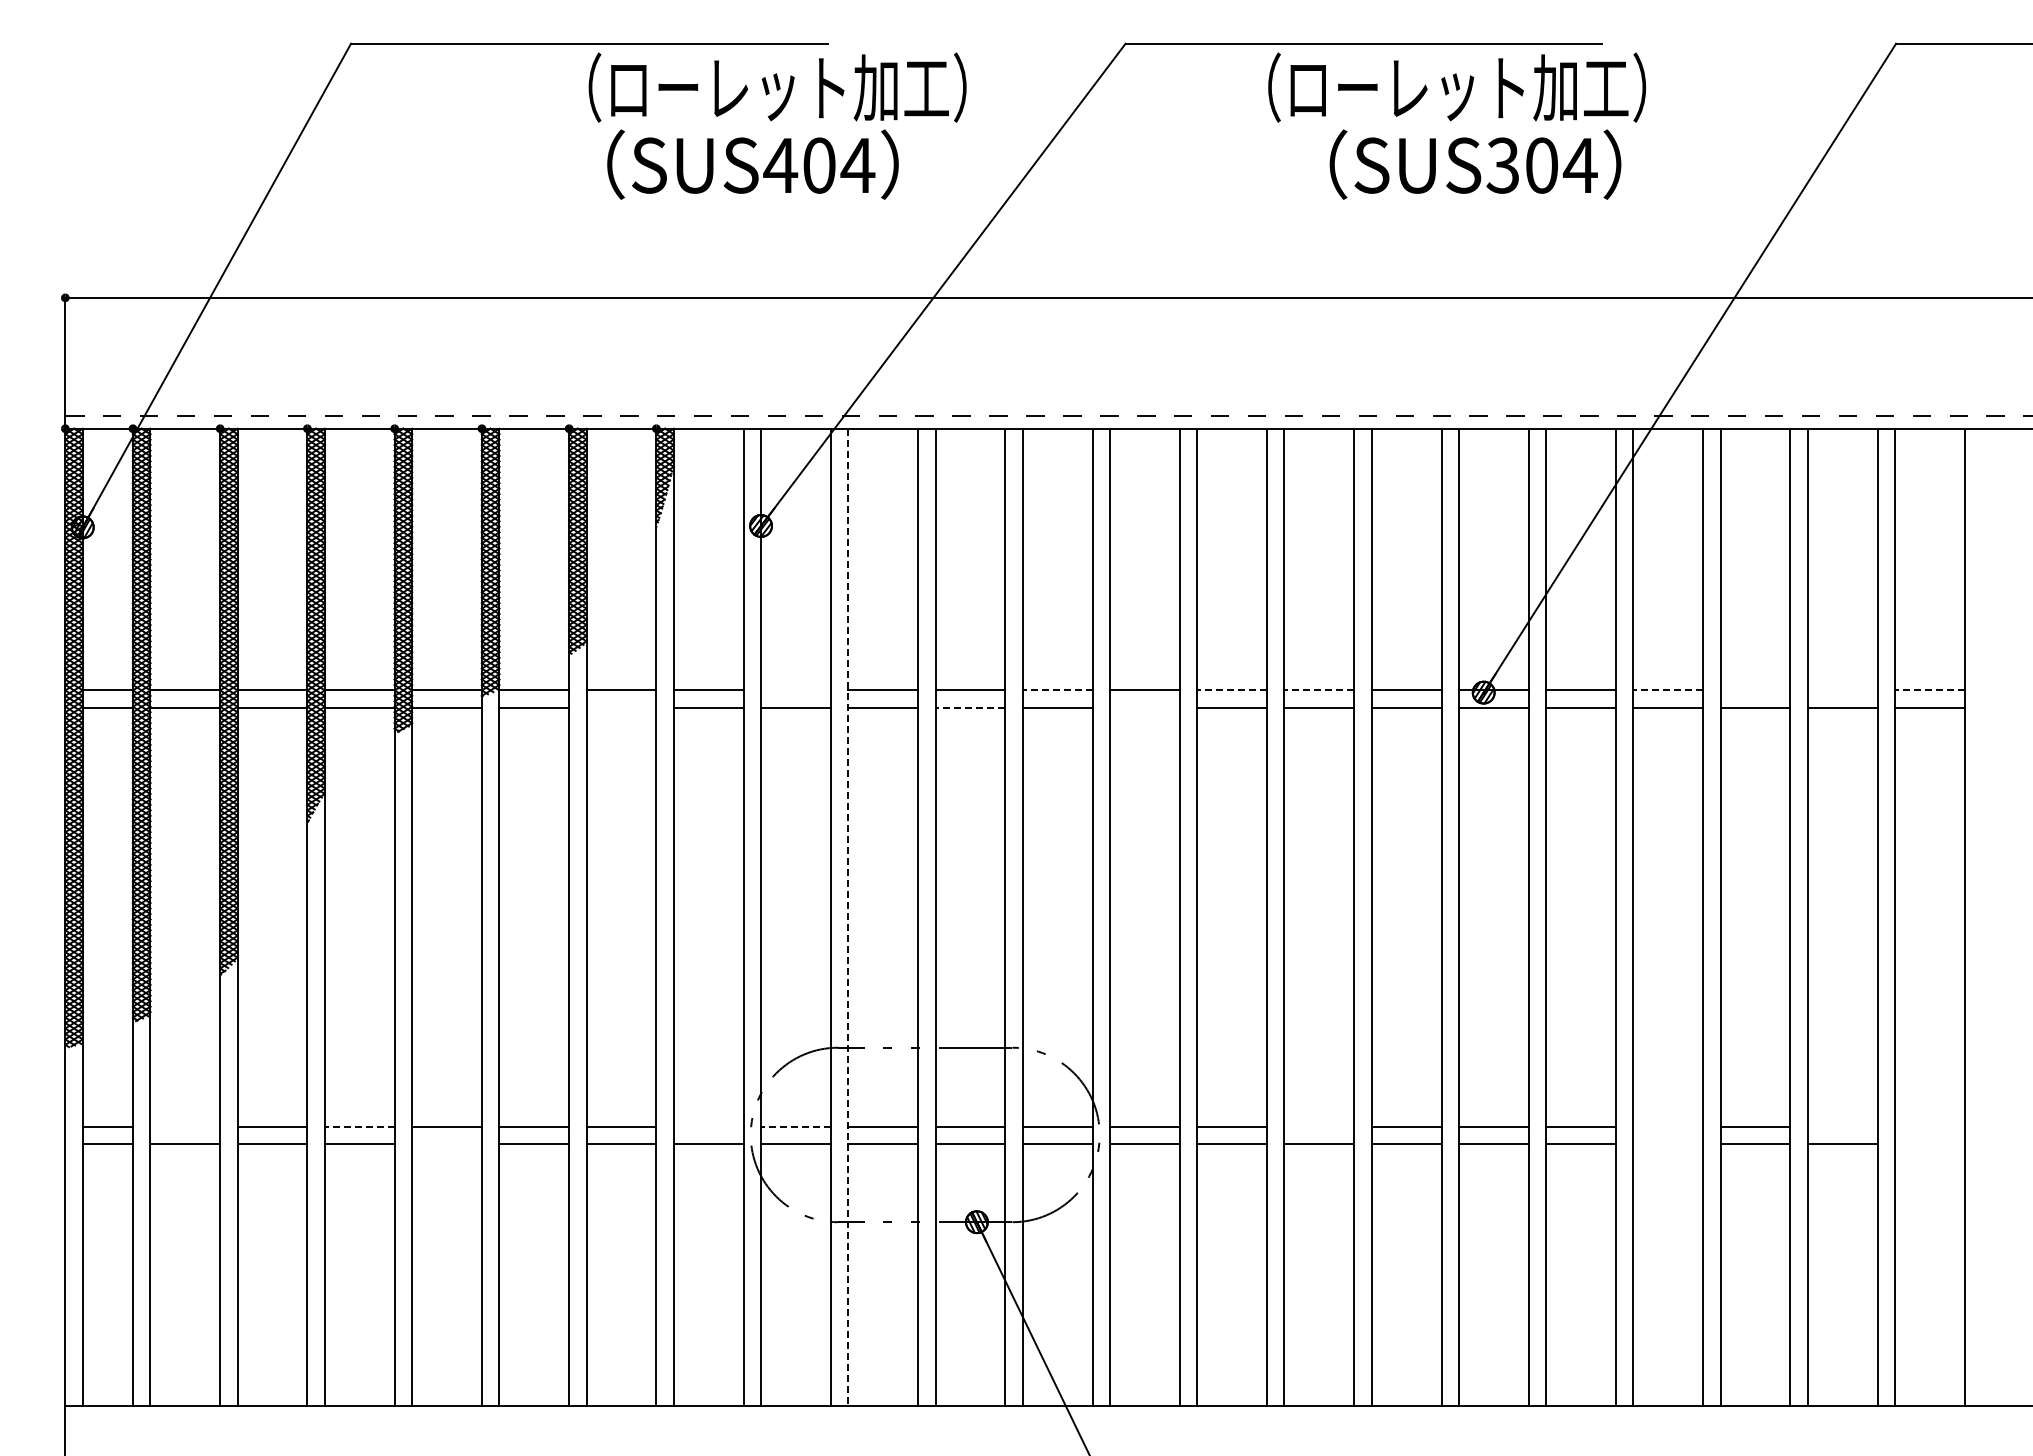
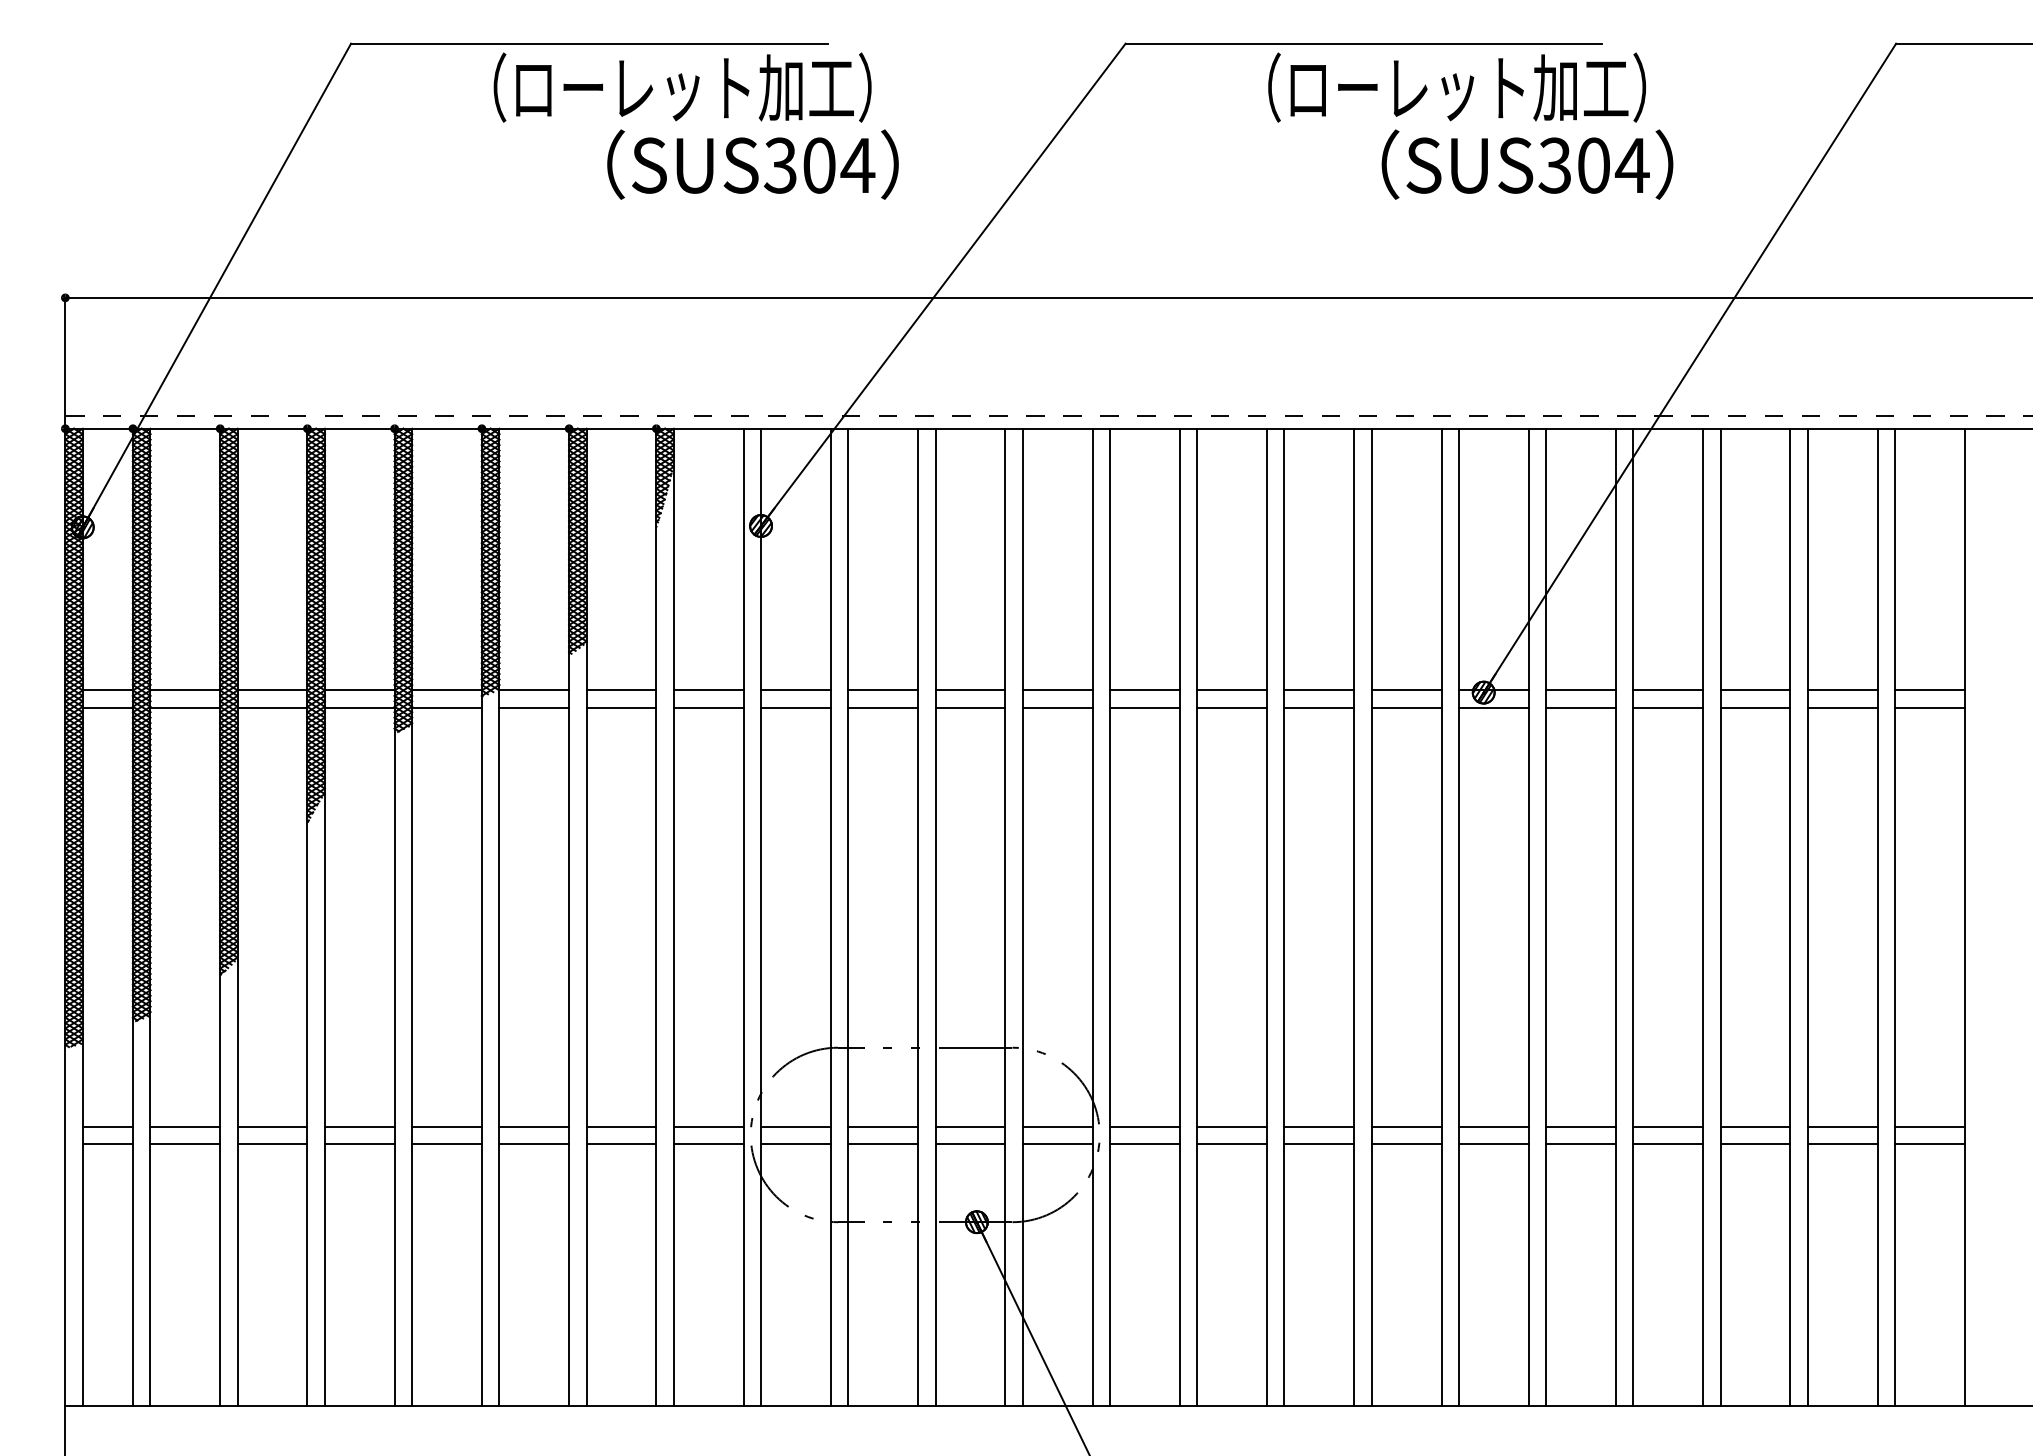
text at (777, 87) position: (777, 87) -> (682, 87)
text at (1475, 164) position: (1475, 164) -> (1527, 164)
text at (780, 165): SUS404 -> SUS304
line at (795, 690): none -> present
line at (1057, 690): dashed -> solid
line at (1232, 690): dashed -> solid
line at (1319, 690): dashed -> solid
line at (1668, 690): dashed -> solid
line at (1755, 690): none -> present
line at (1842, 690): none -> present
line at (1930, 690): dashed -> solid
line at (621, 707): none -> present
line at (970, 707): dashed -> solid
line at (1144, 707): none -> present
line at (848, 917): dashed -> solid
line at (185, 1126): none -> present
line at (359, 1126): dashed -> solid
line at (708, 1126): none -> present
line at (795, 1126): dashed -> solid
line at (1319, 1126): none -> present
line at (1668, 1126): none -> present
line at (1842, 1126): none -> present
line at (1929, 1126): none -> present
line at (446, 1144): none -> present
line at (1668, 1144): none -> present
line at (1929, 1144): none -> present
